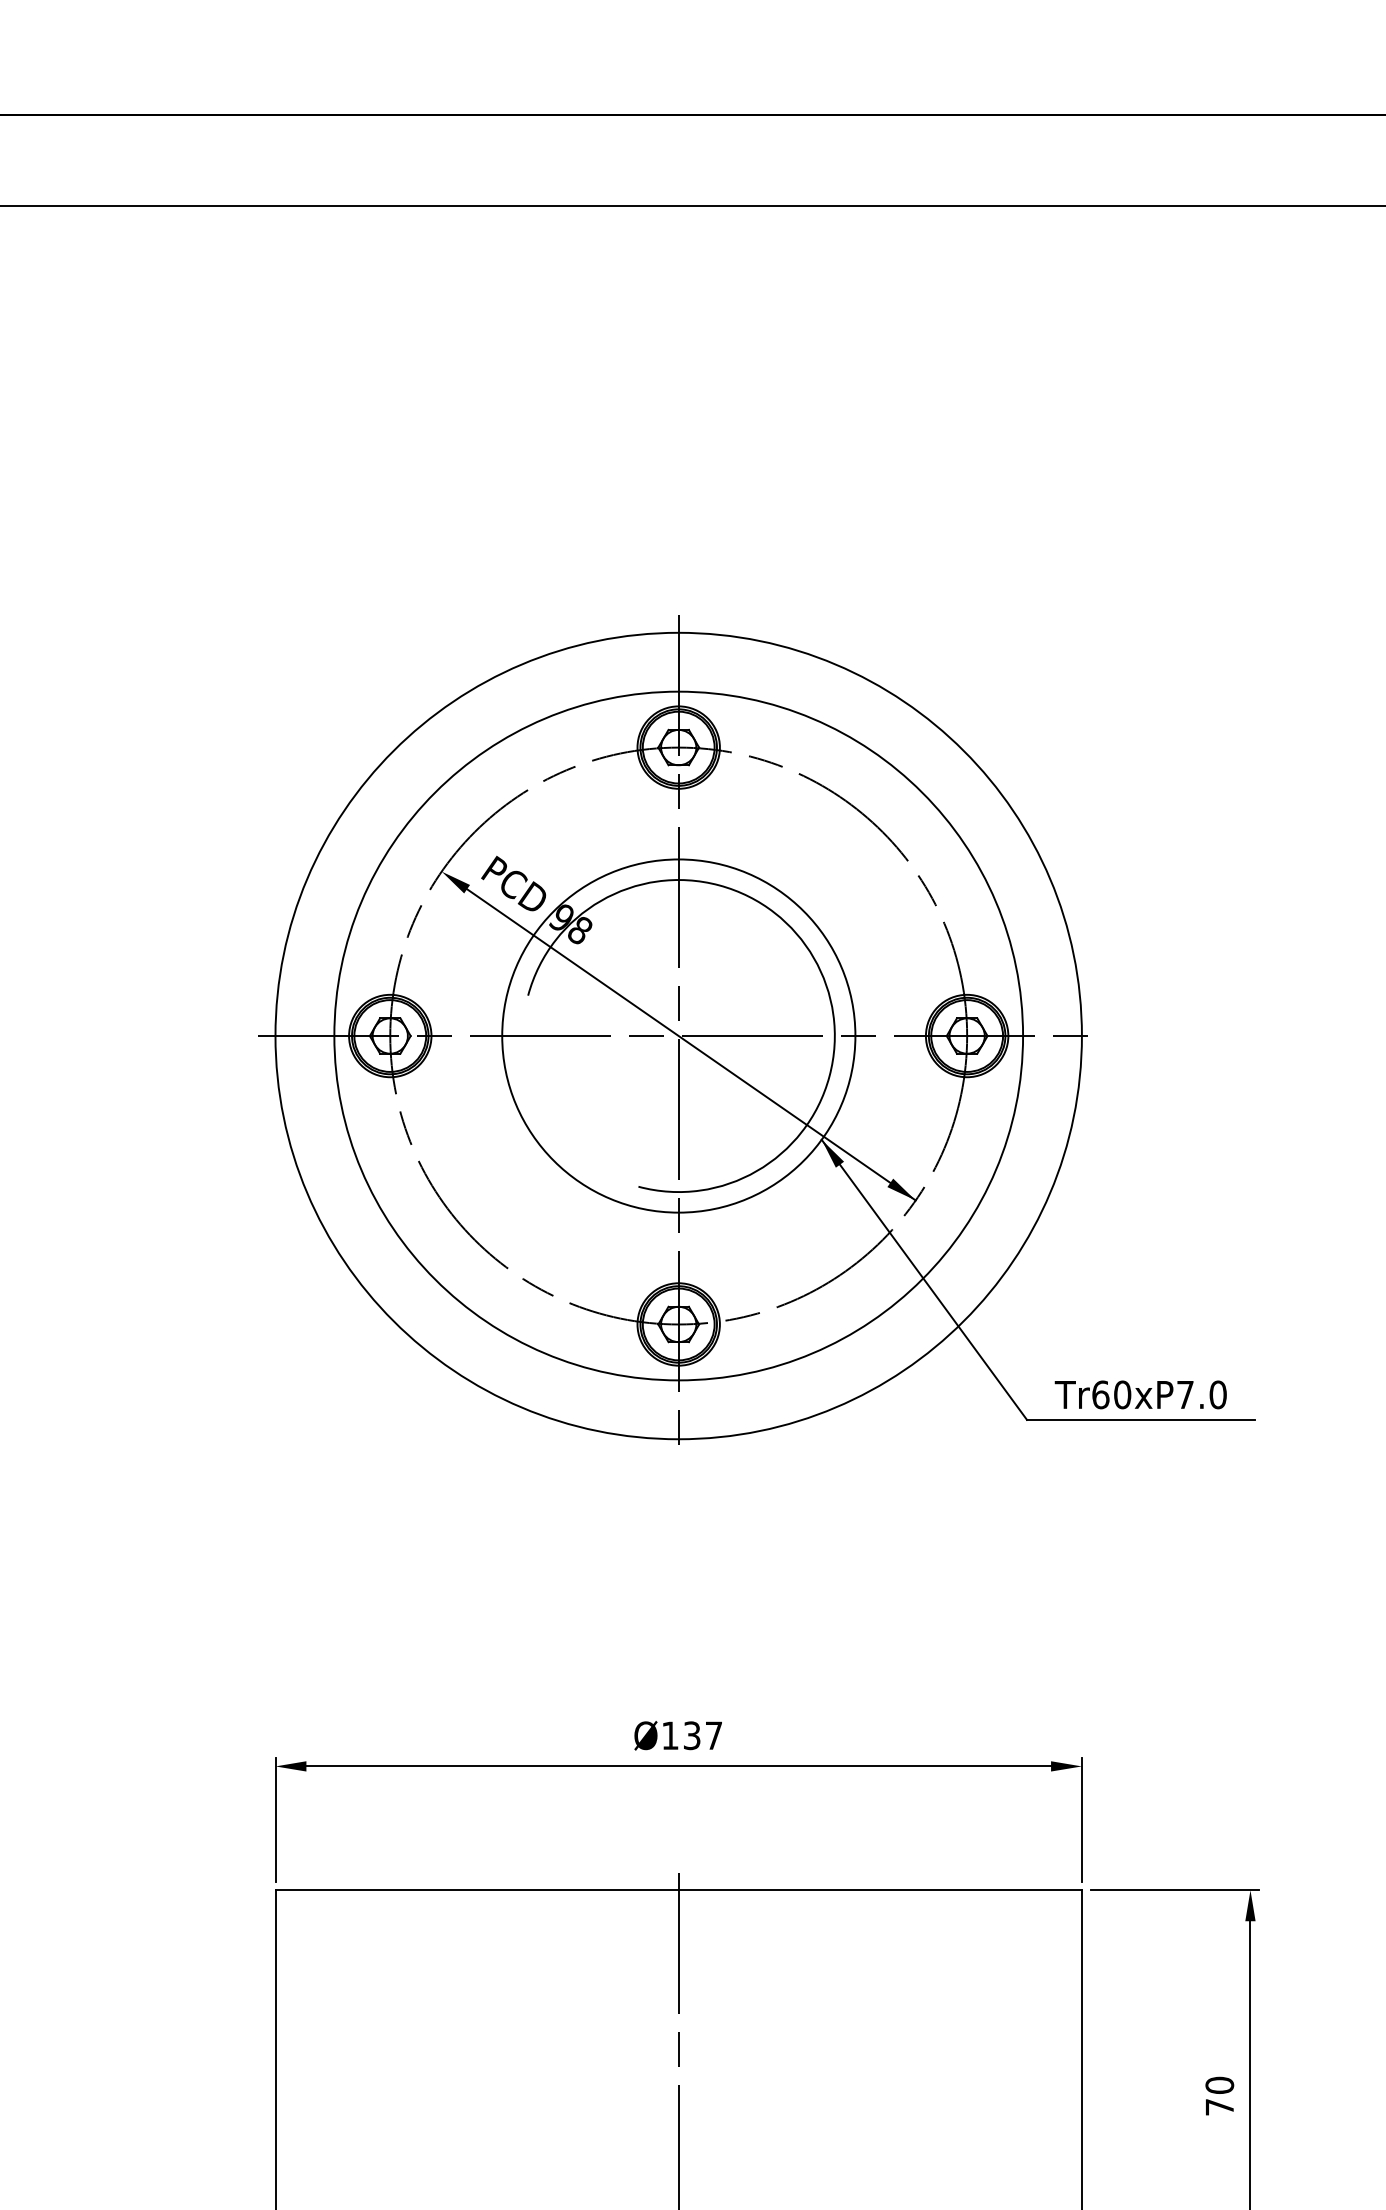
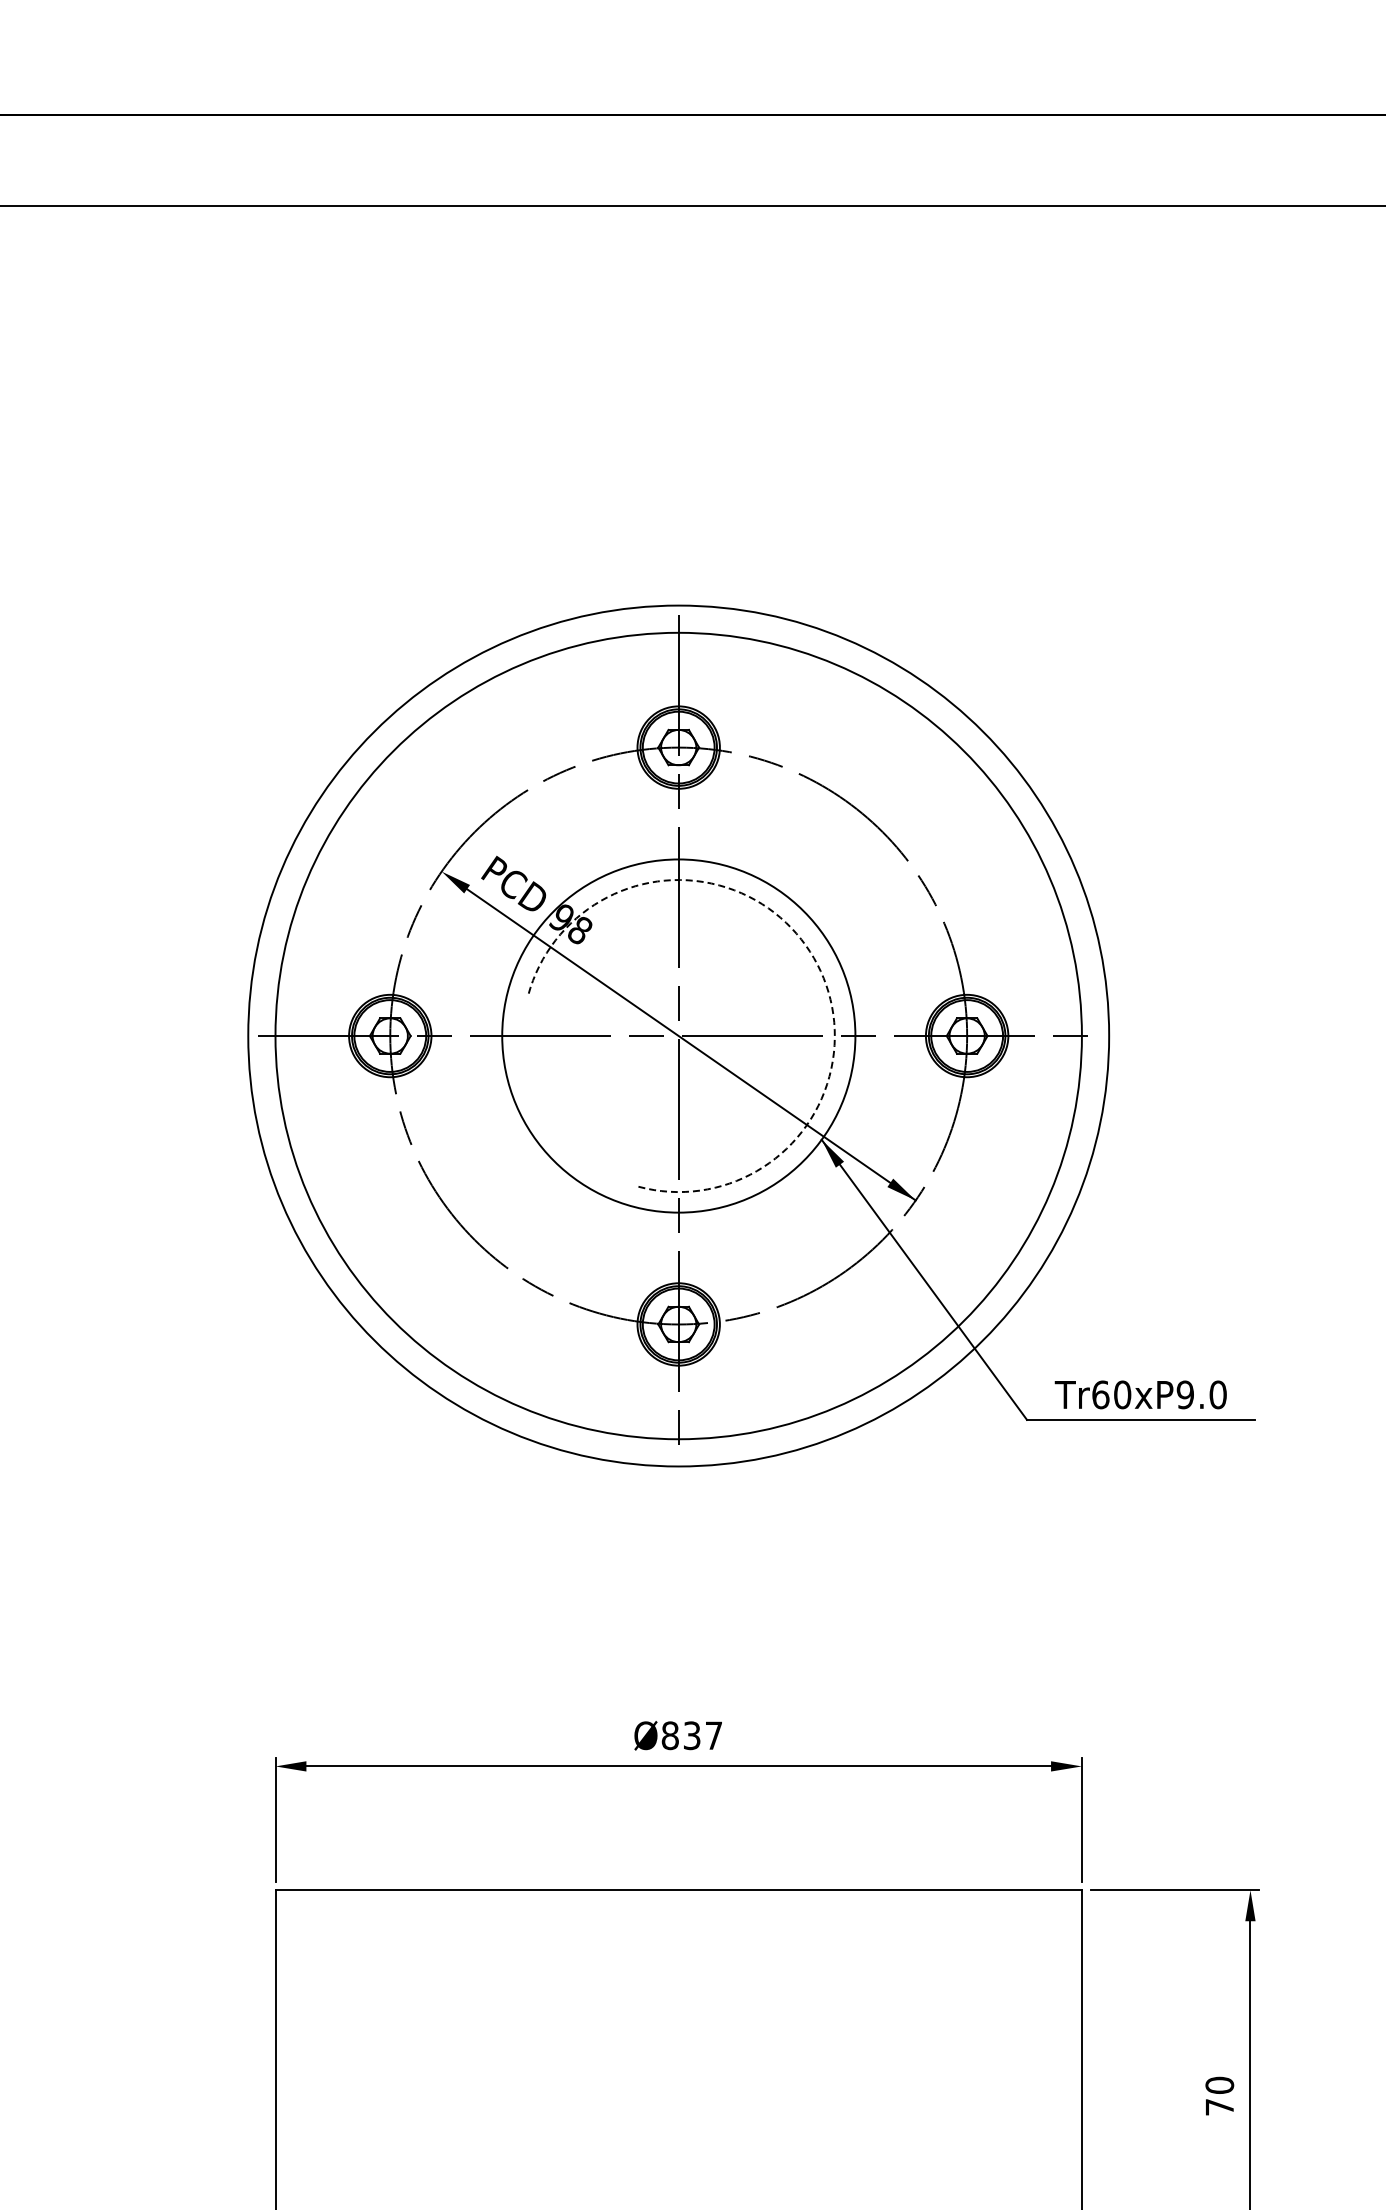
arc at (813, 958): solid -> dashed
circle at (678, 1035) diameter: 689 px -> 861 px
text at (1184, 1394): Tr60xP7.0 -> Tr60xP9.0
text at (669, 1735): Ø137 -> Ø837
line at (678, 2039): present -> none
